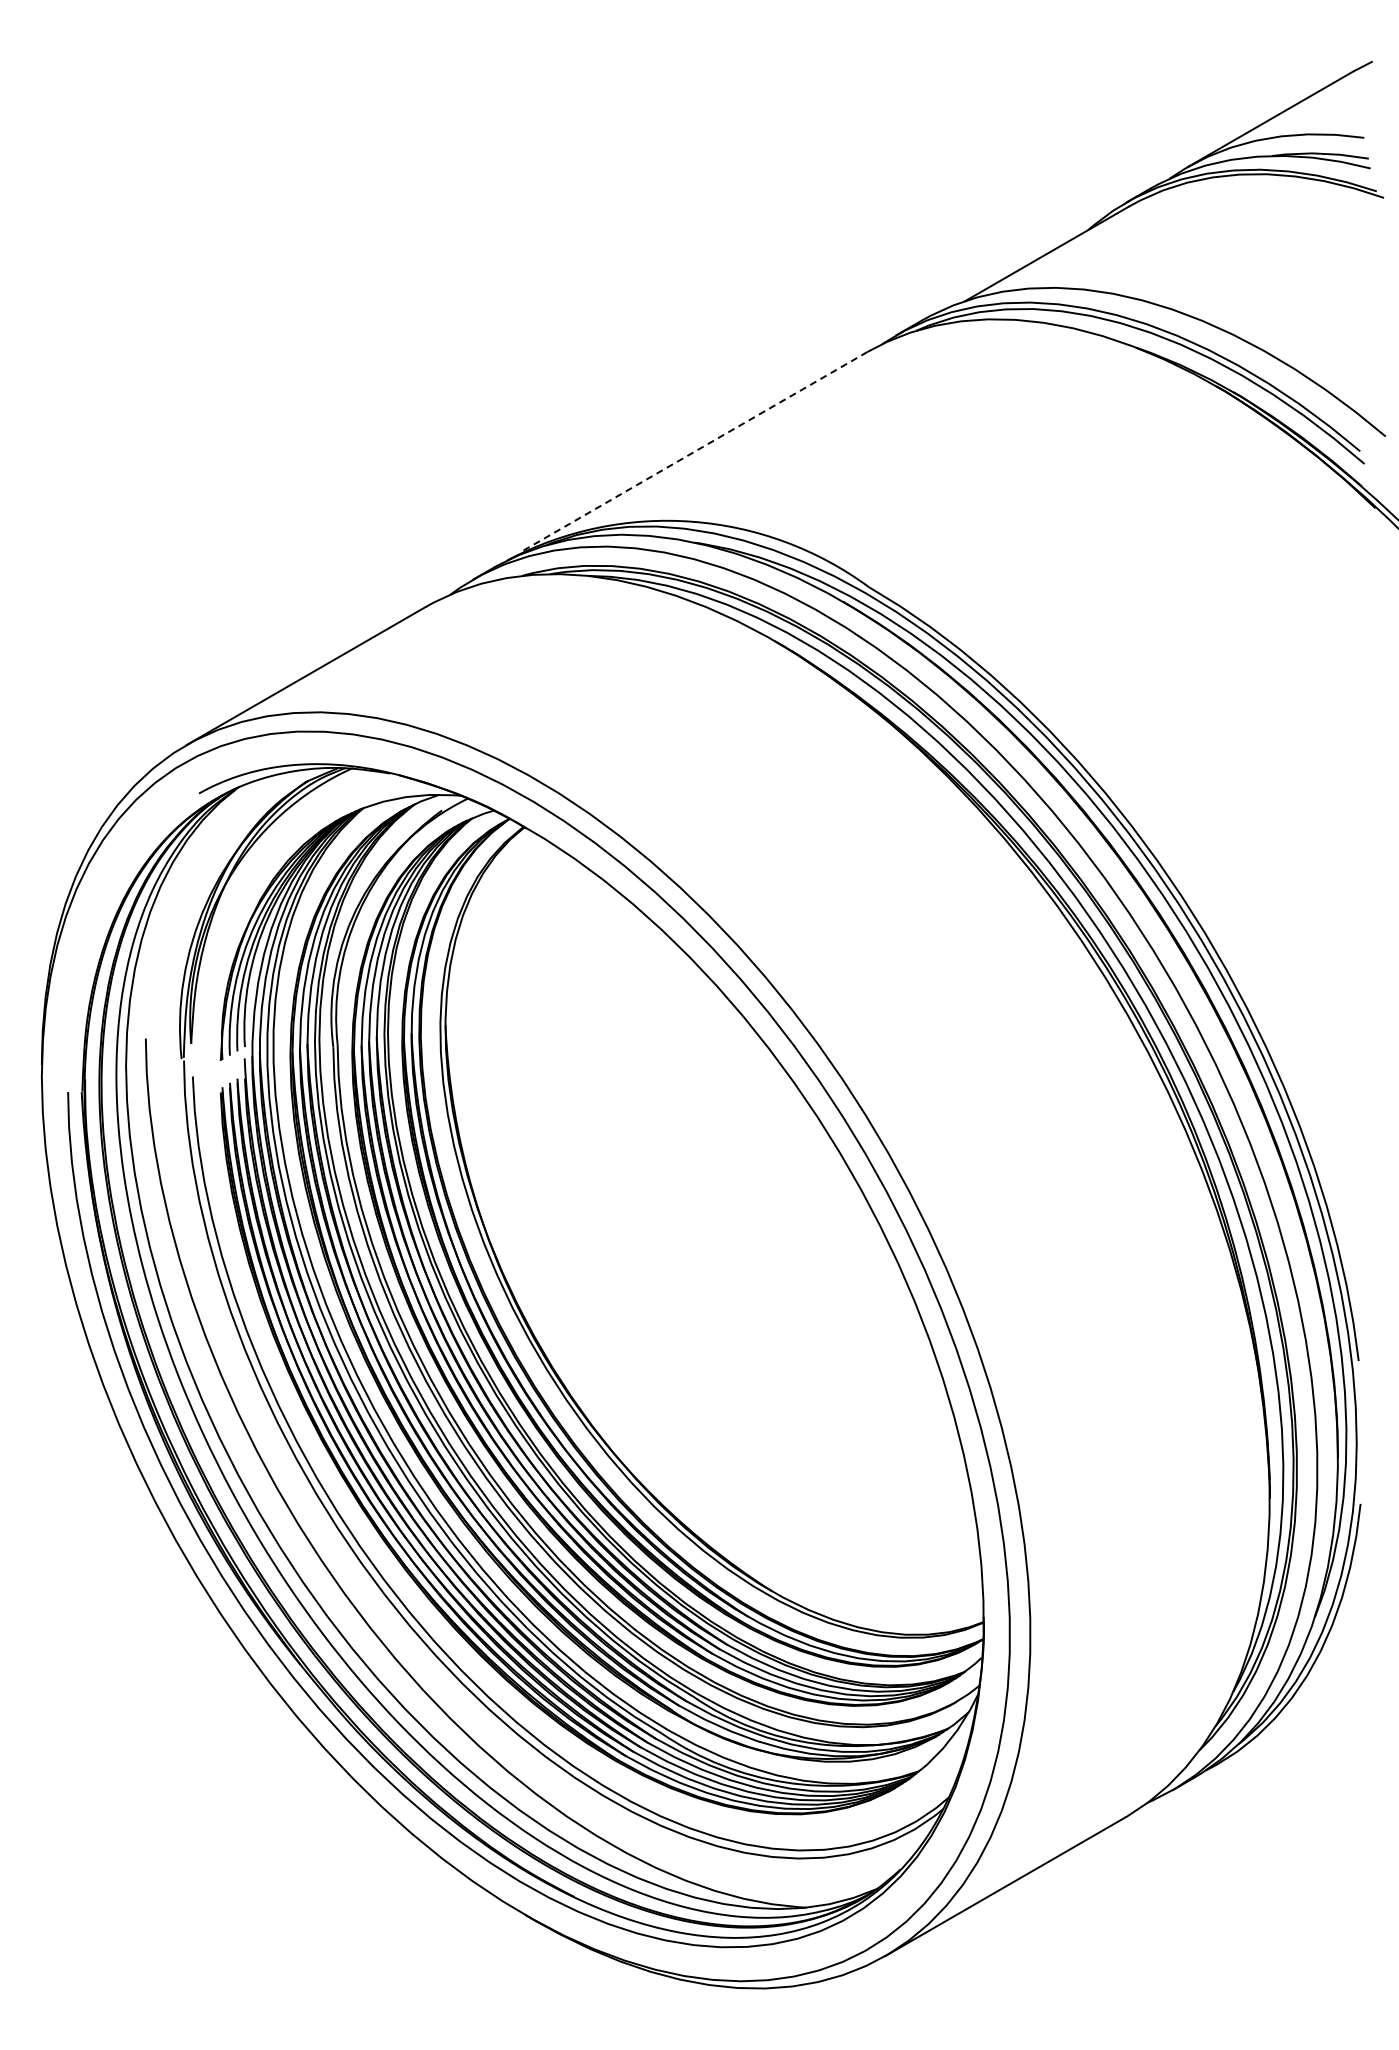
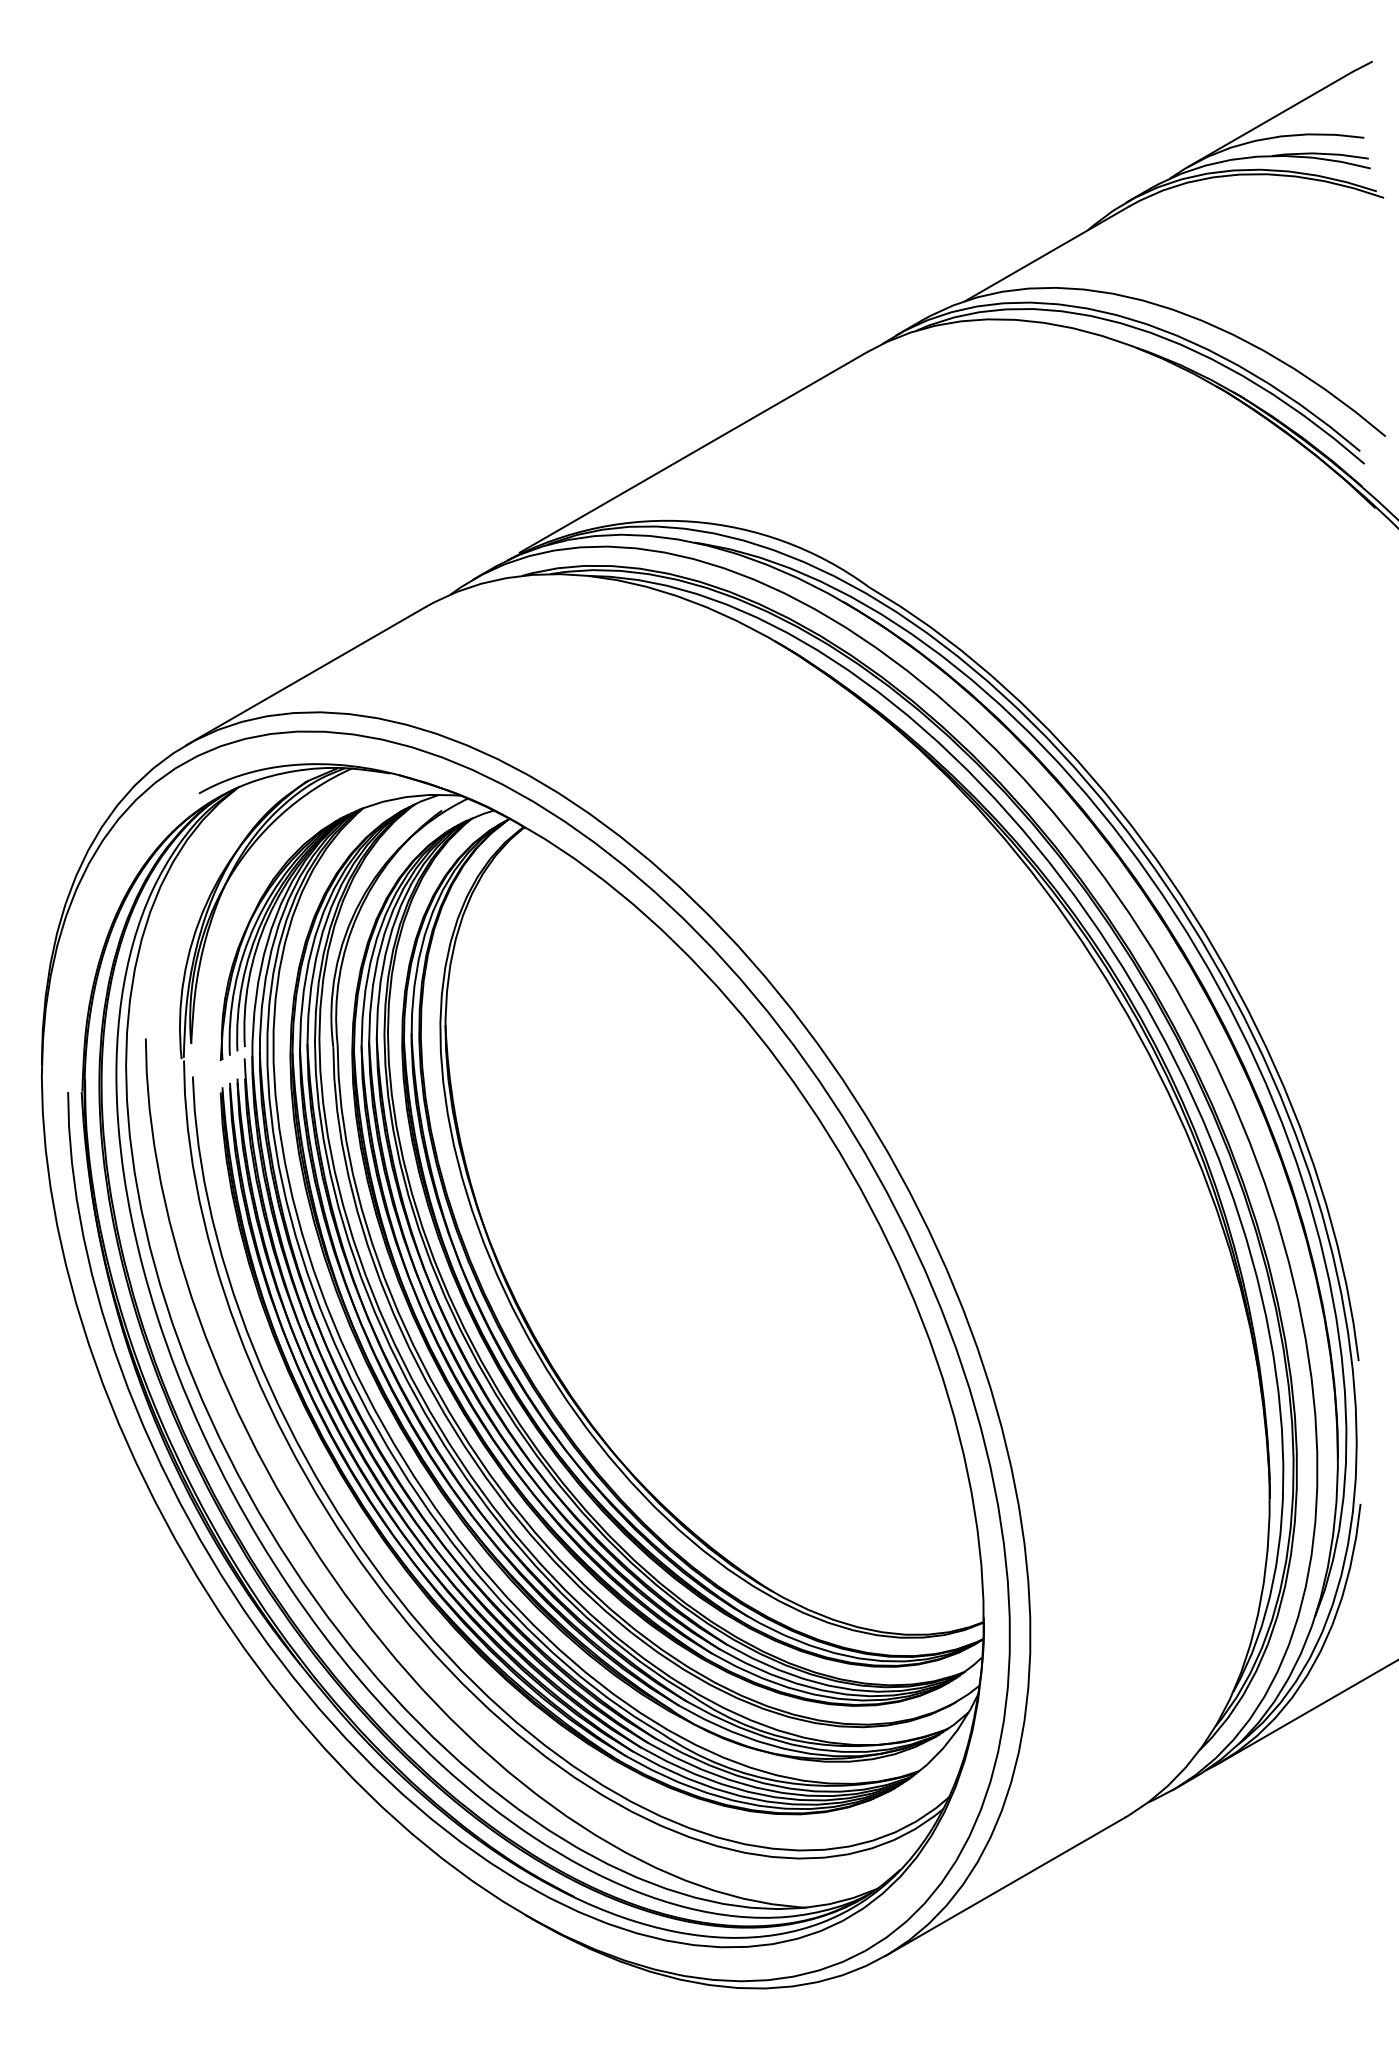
line at (693, 452): dashed -> solid
line at (1306, 1712): none -> present
